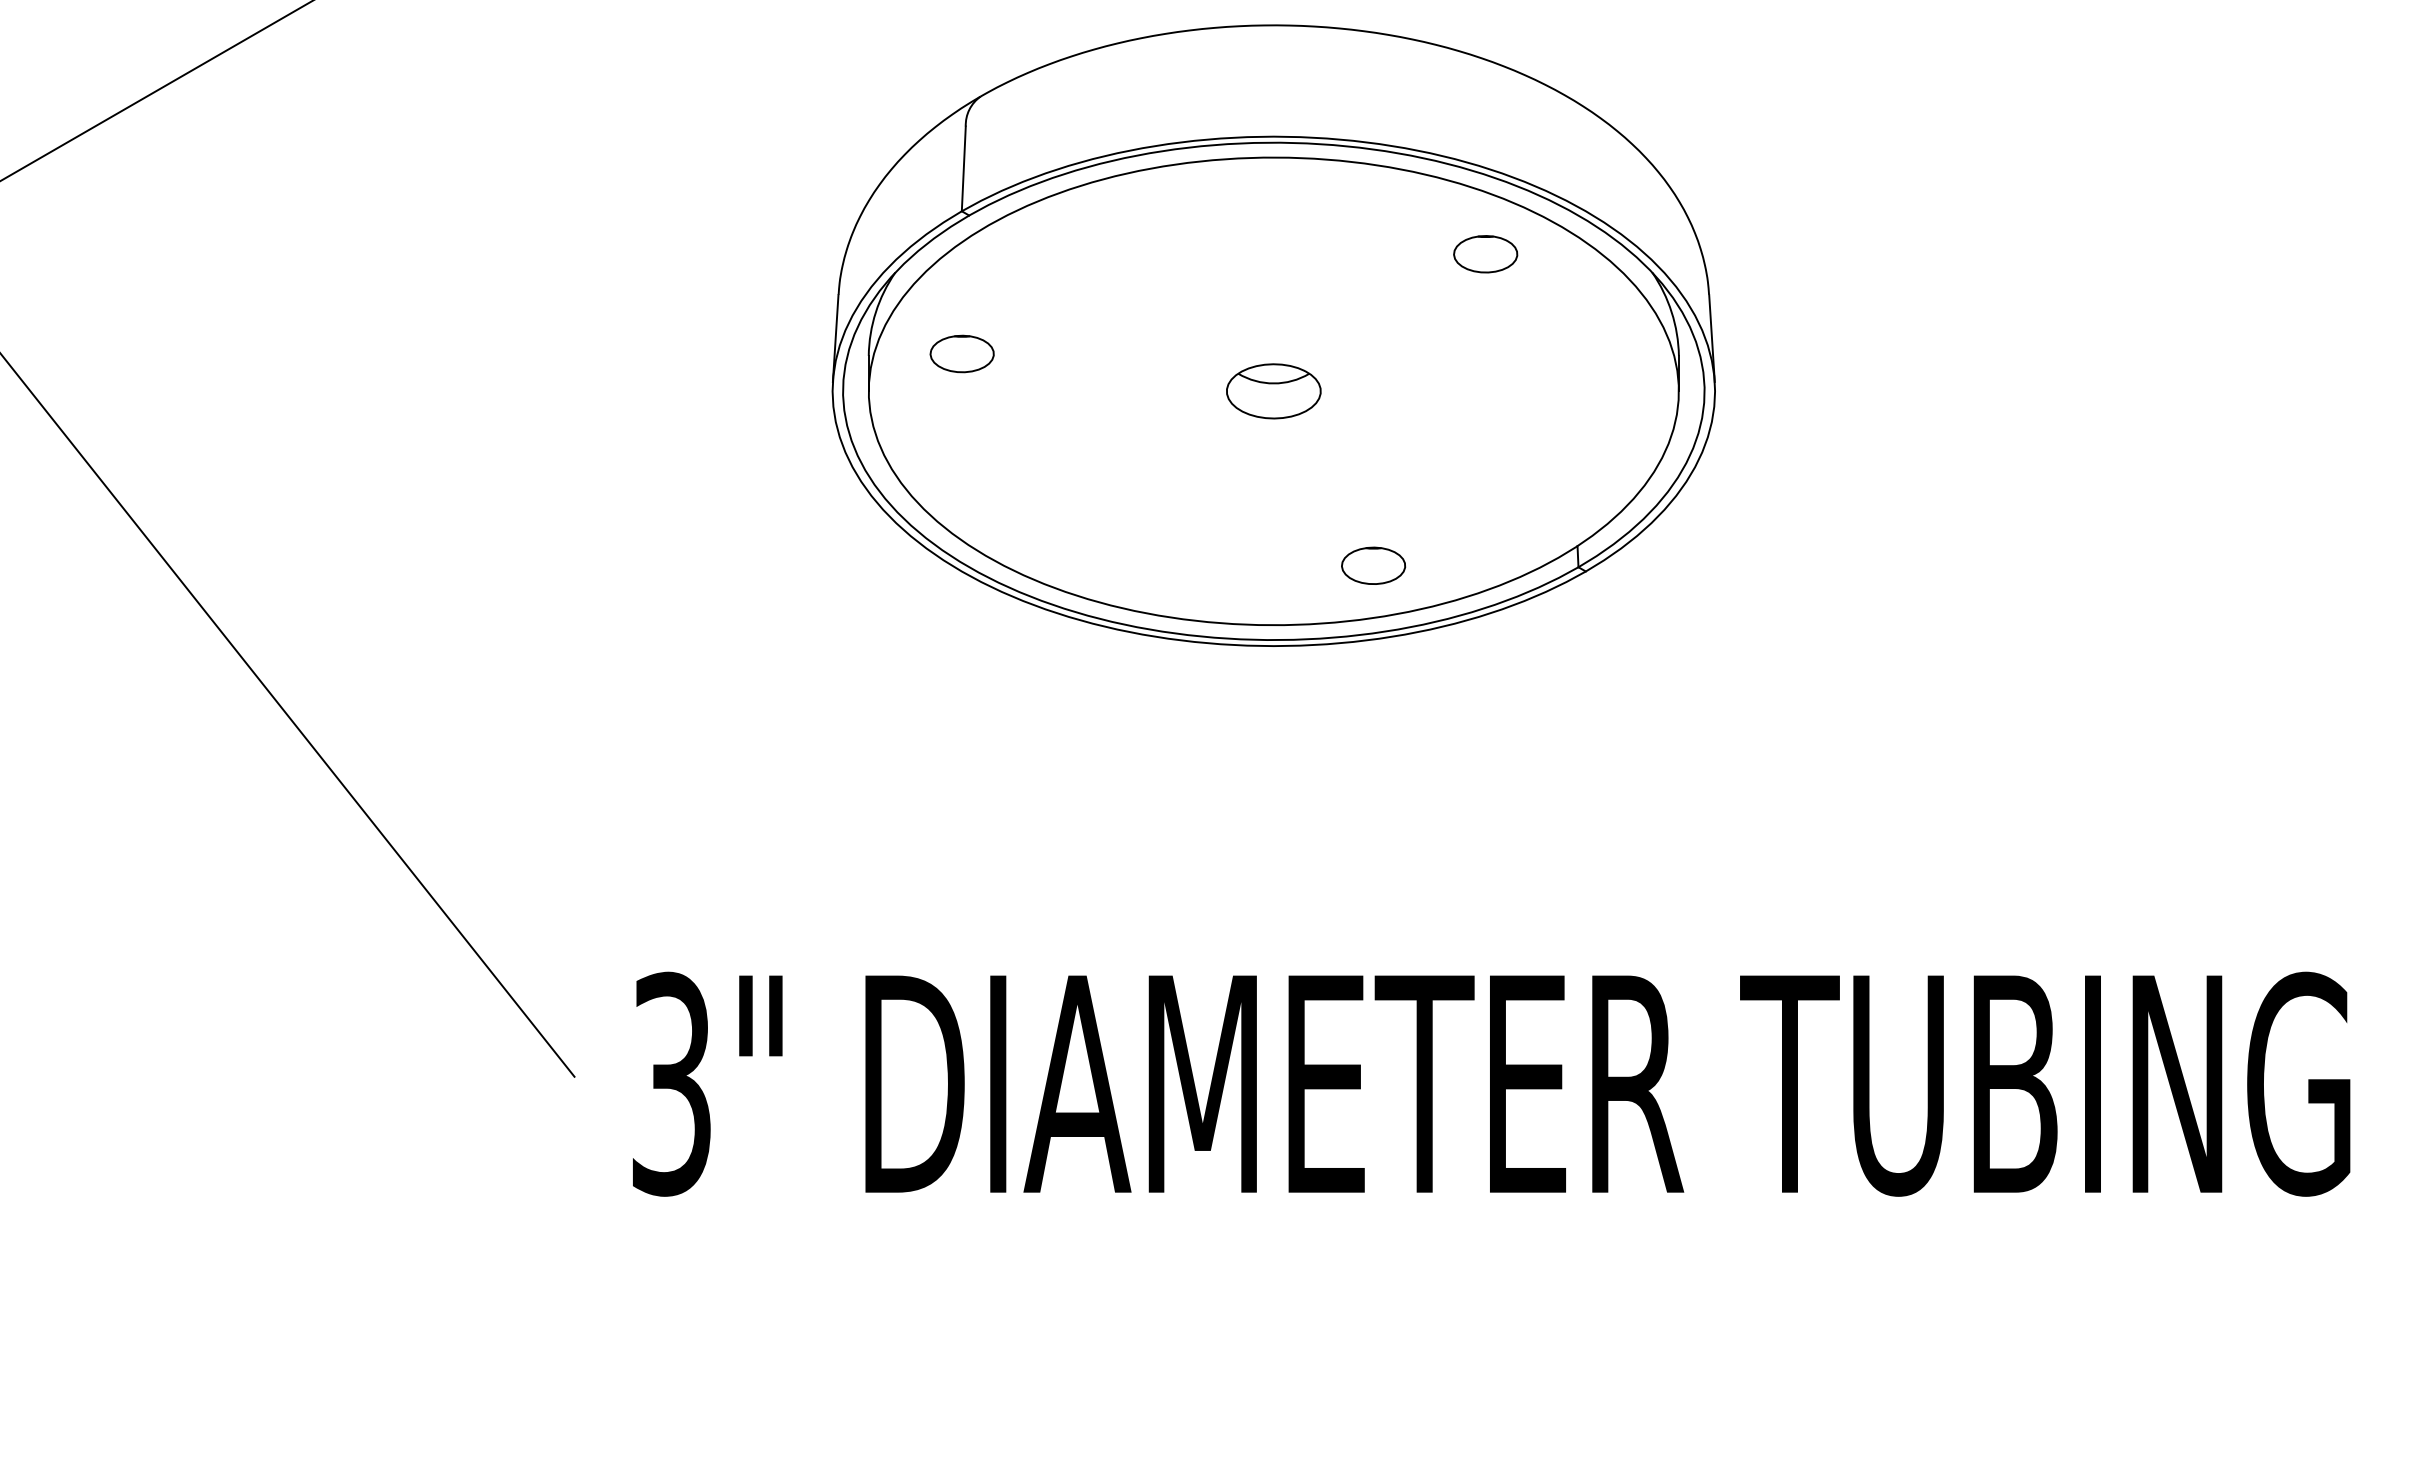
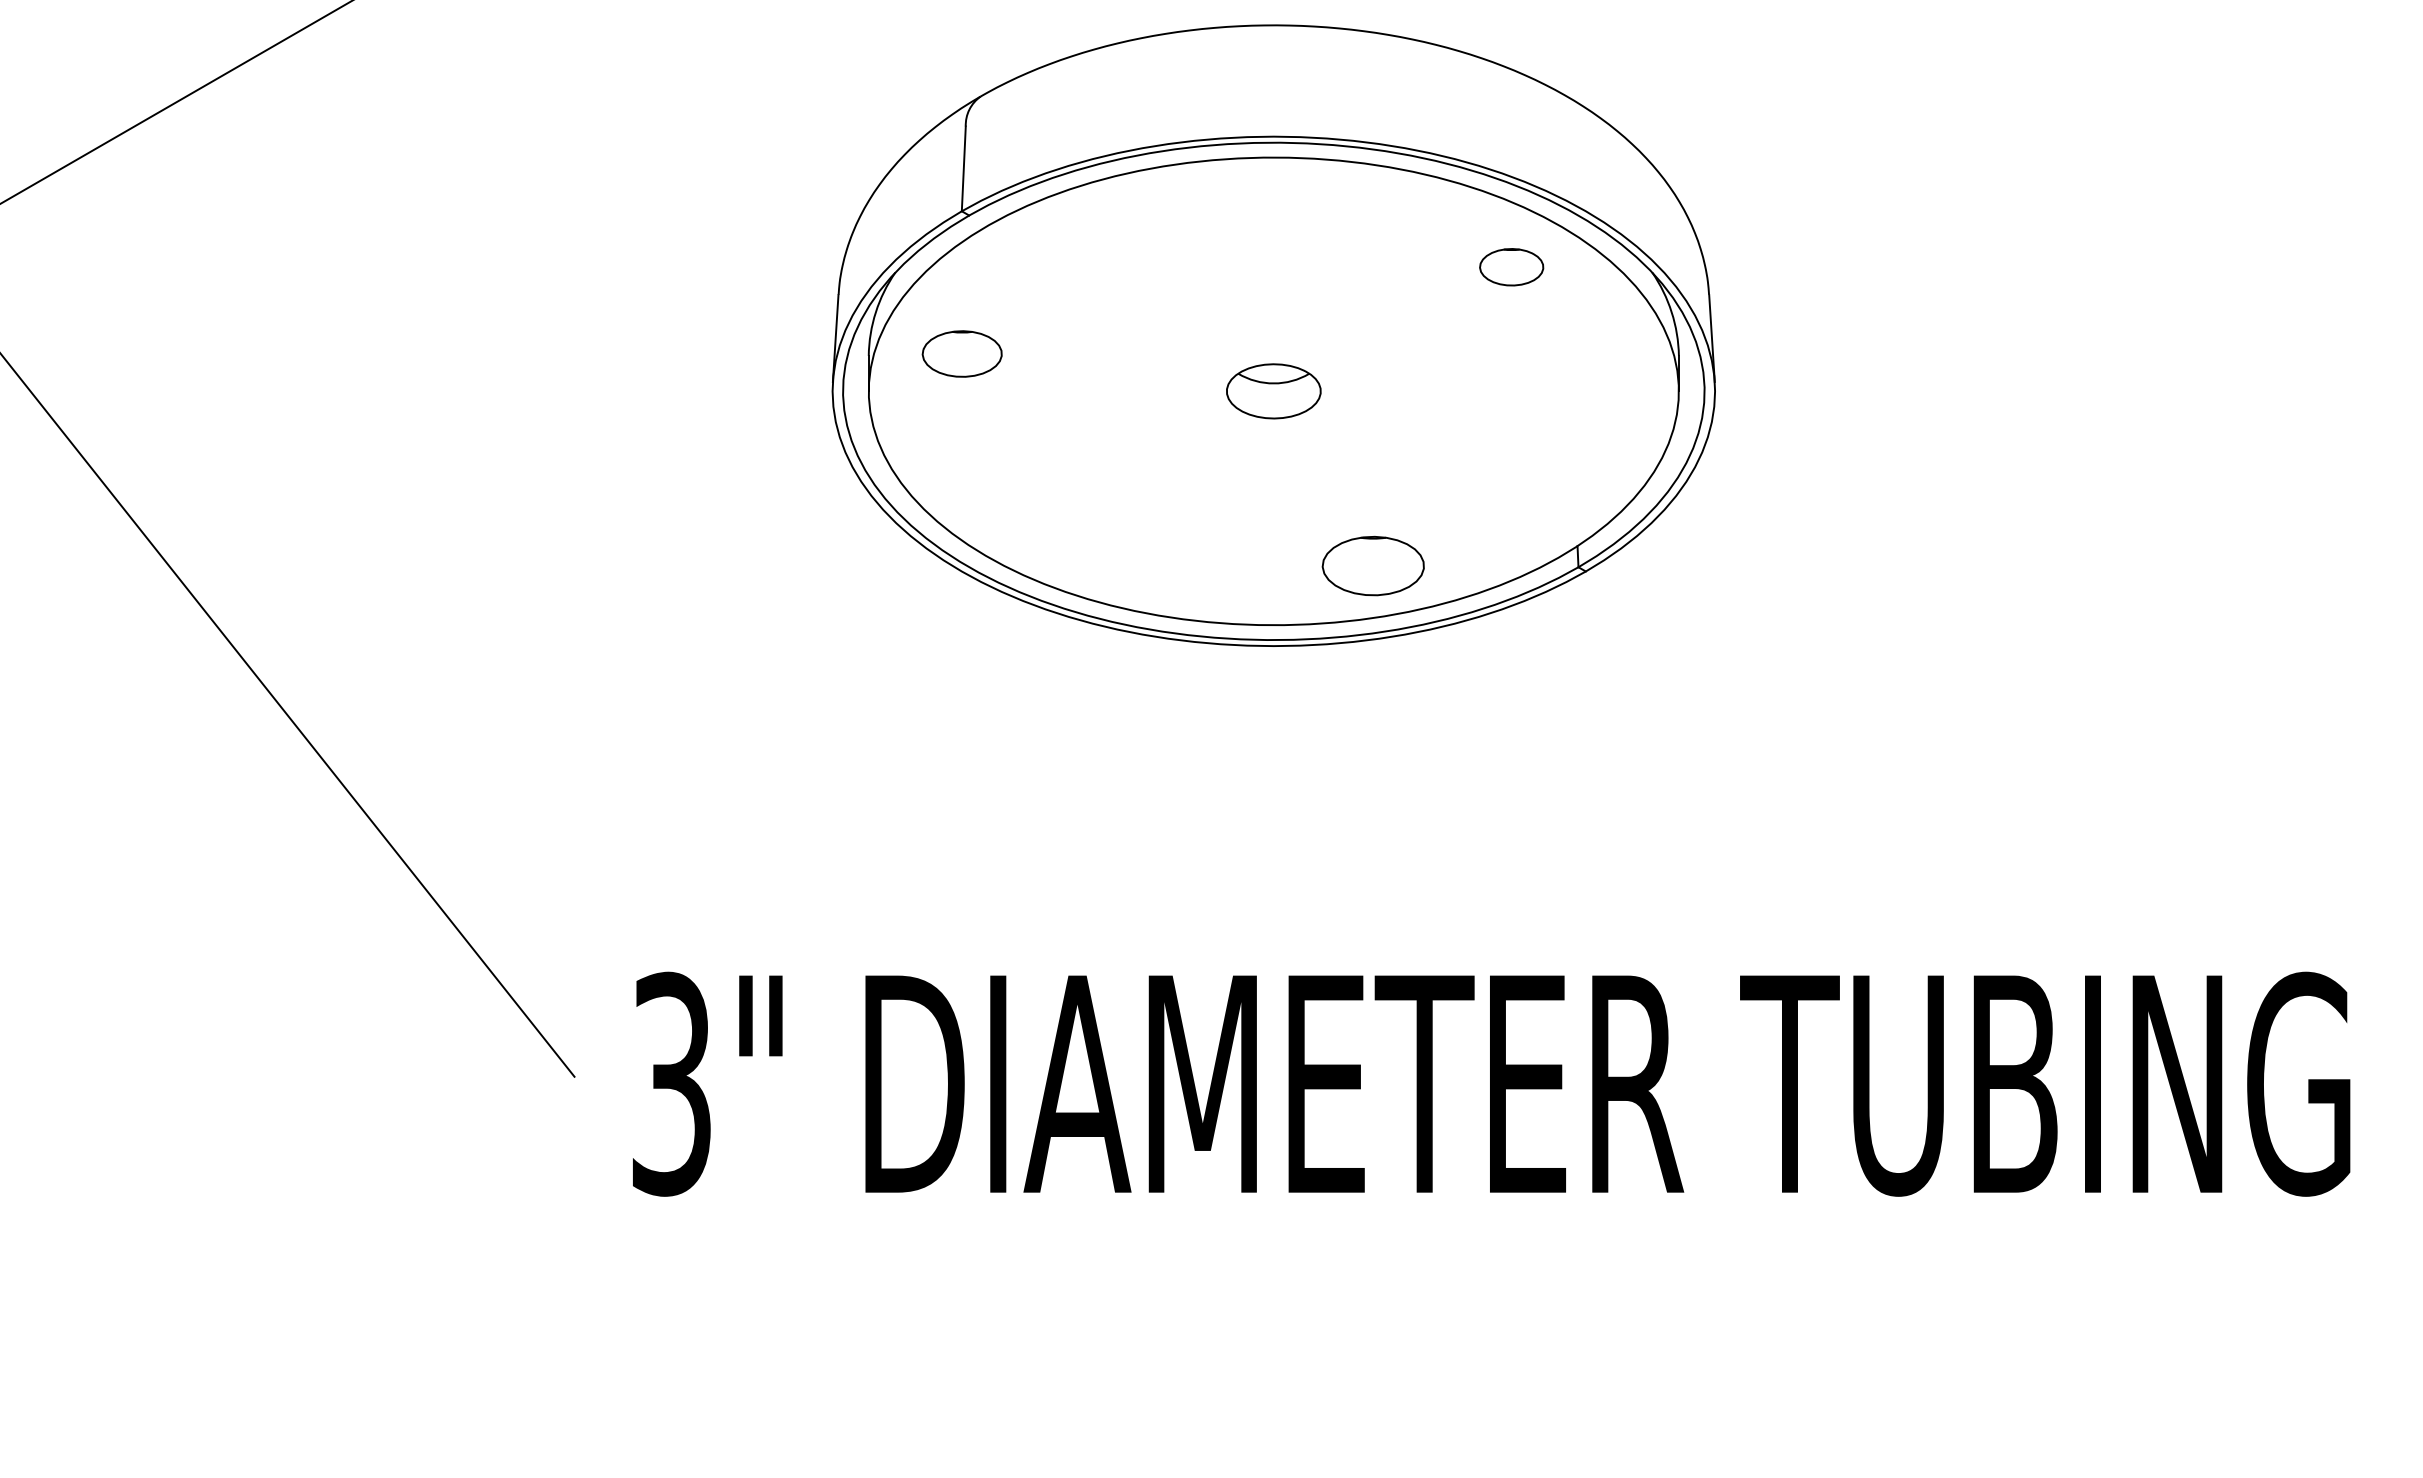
line at (156, 90) position: (156, 90) -> (175, 102)
part at (1485, 254) position: (1485, 254) -> (1511, 267)
part at (961, 353) size: 66x40 px -> 82x48 px
part at (1373, 565) size: 66x39 px -> 104x61 px
